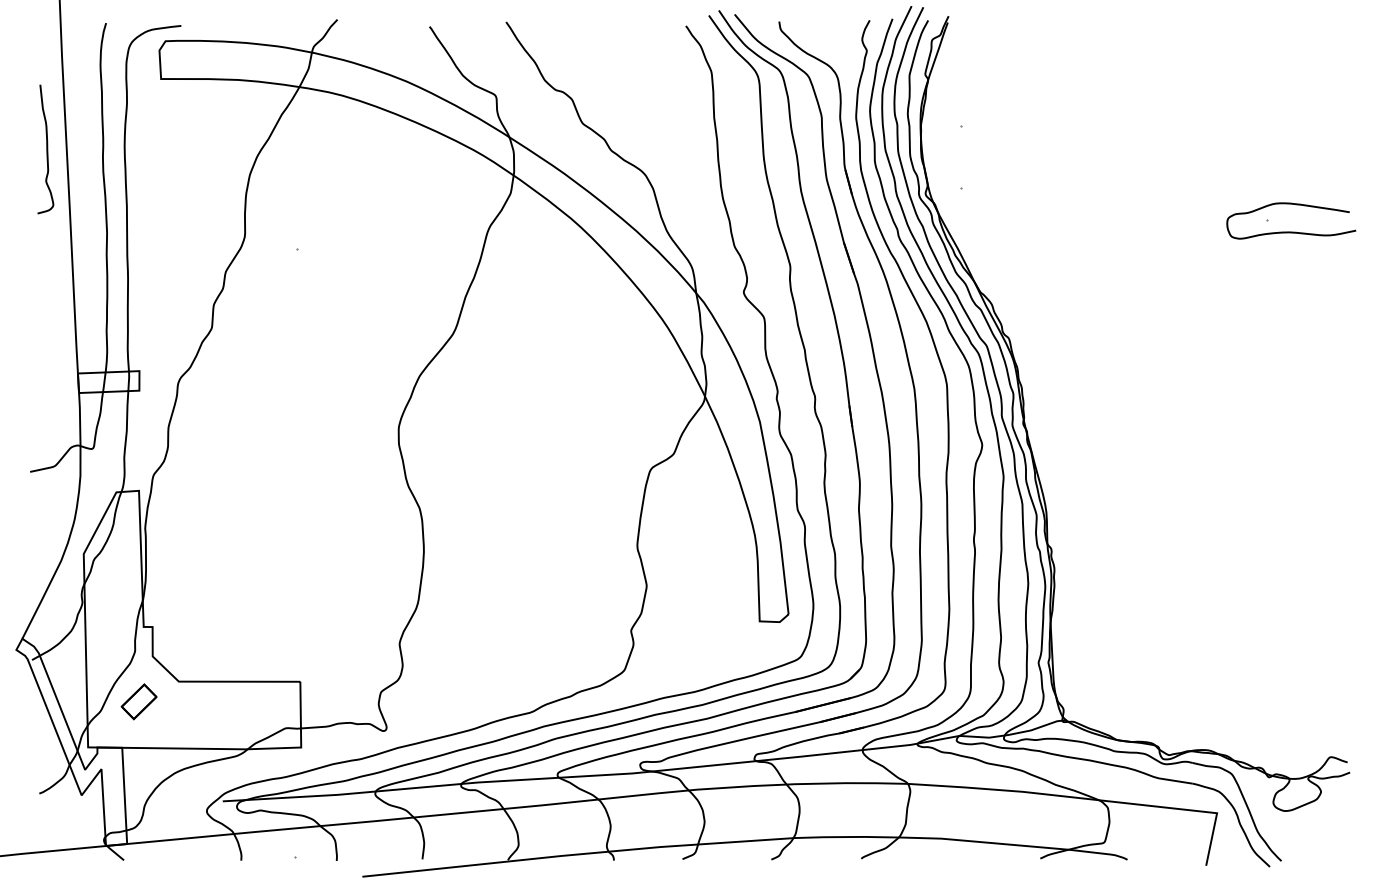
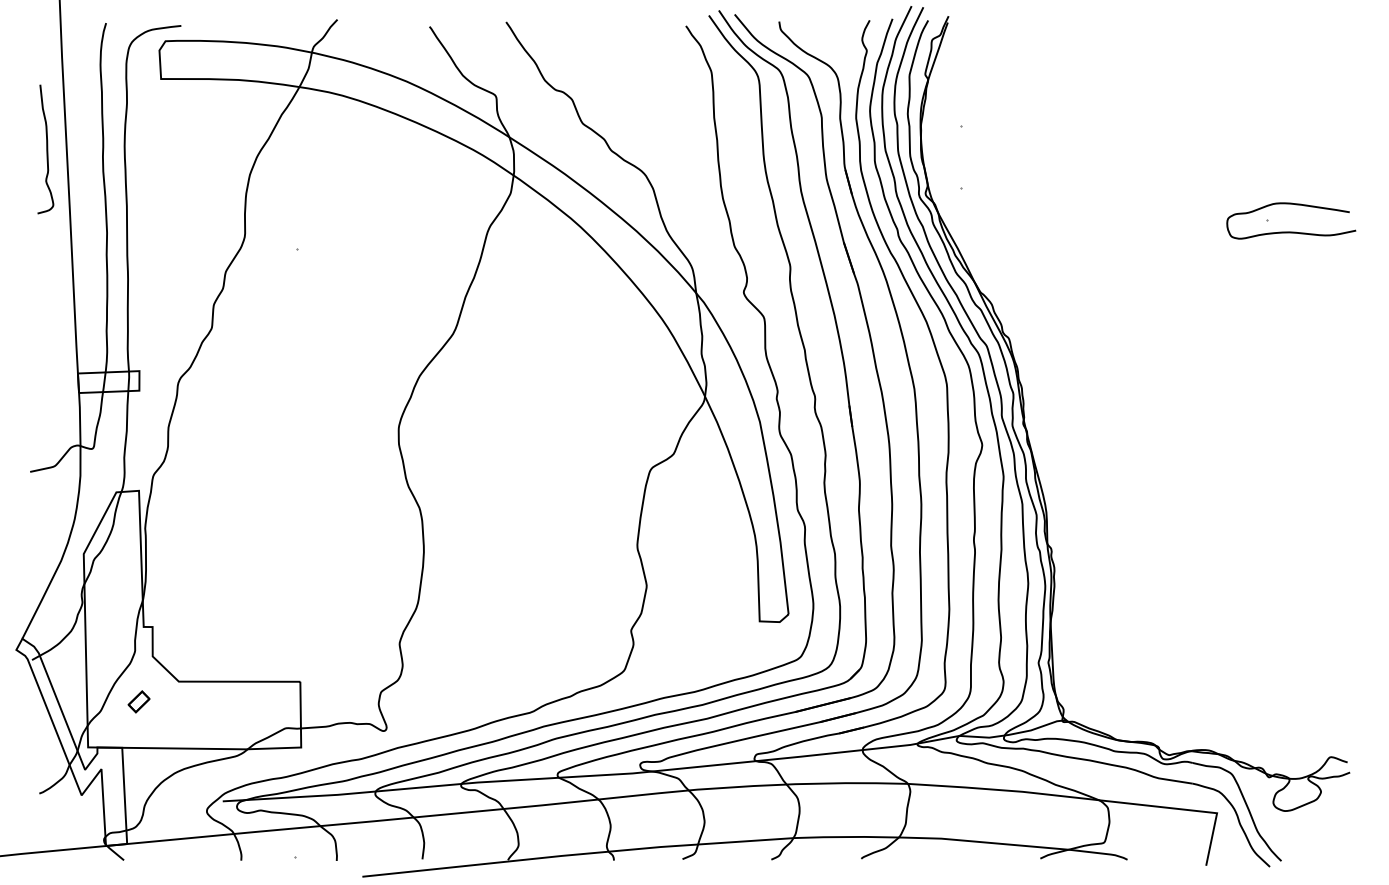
part at (138, 701) size: 38x38 px -> 24x24 px
